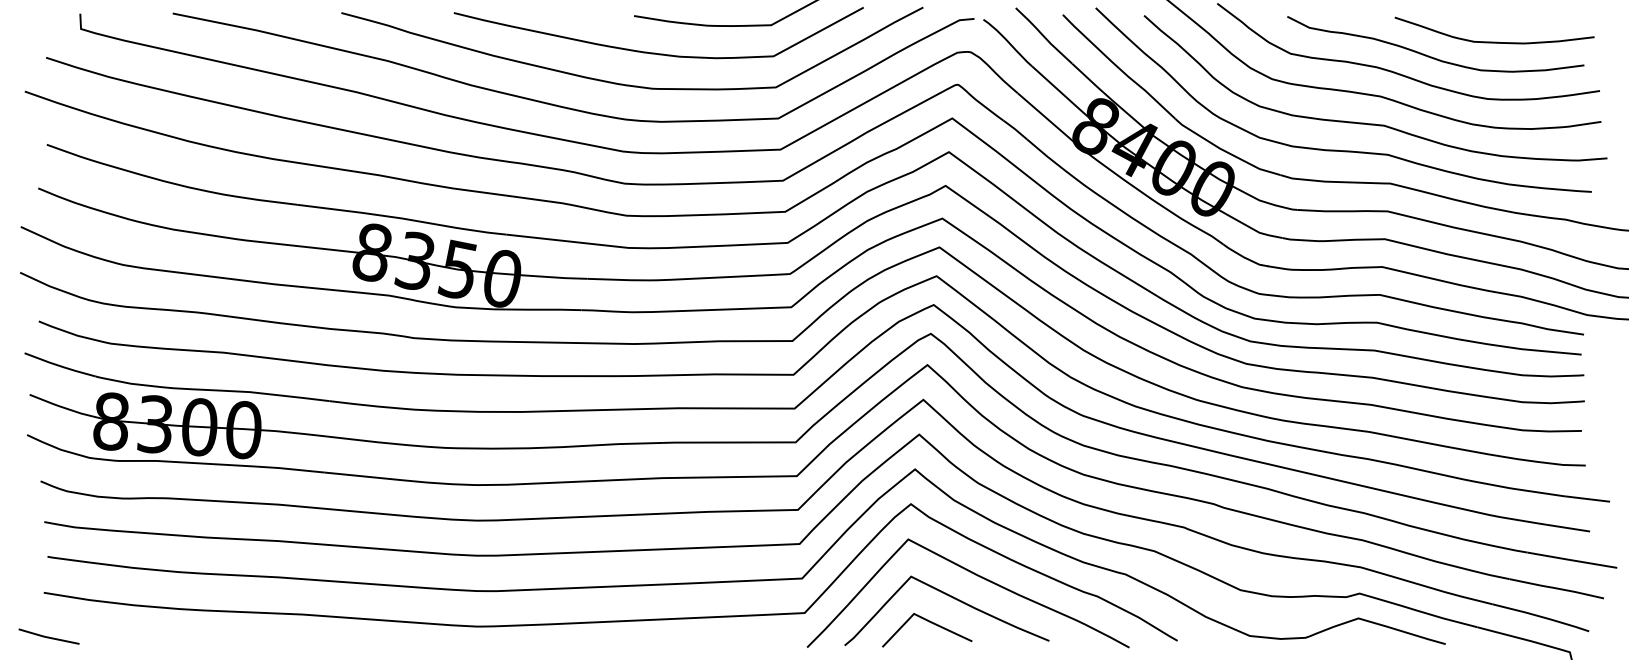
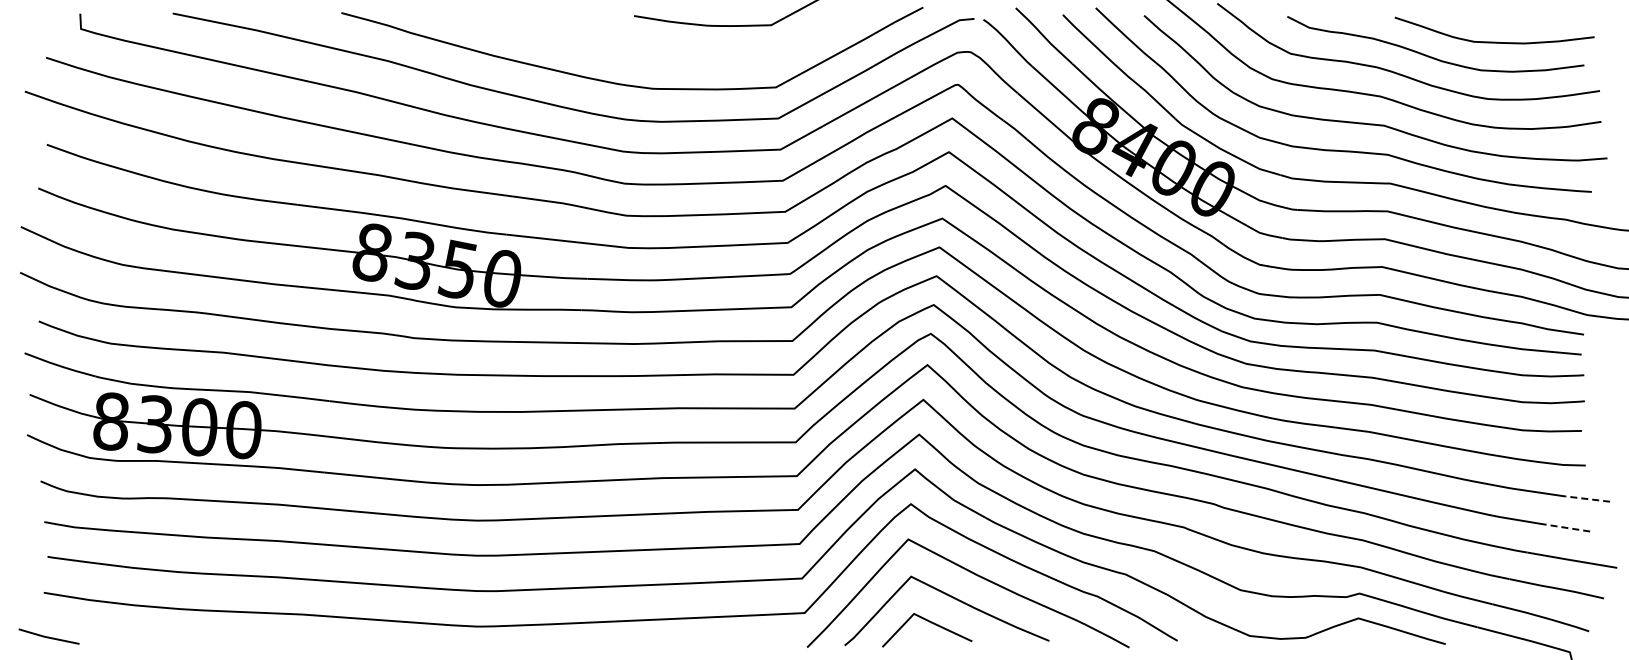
curve at (655, 52): present -> none
line at (1587, 499): solid -> dashed
line at (1567, 528): solid -> dashed
